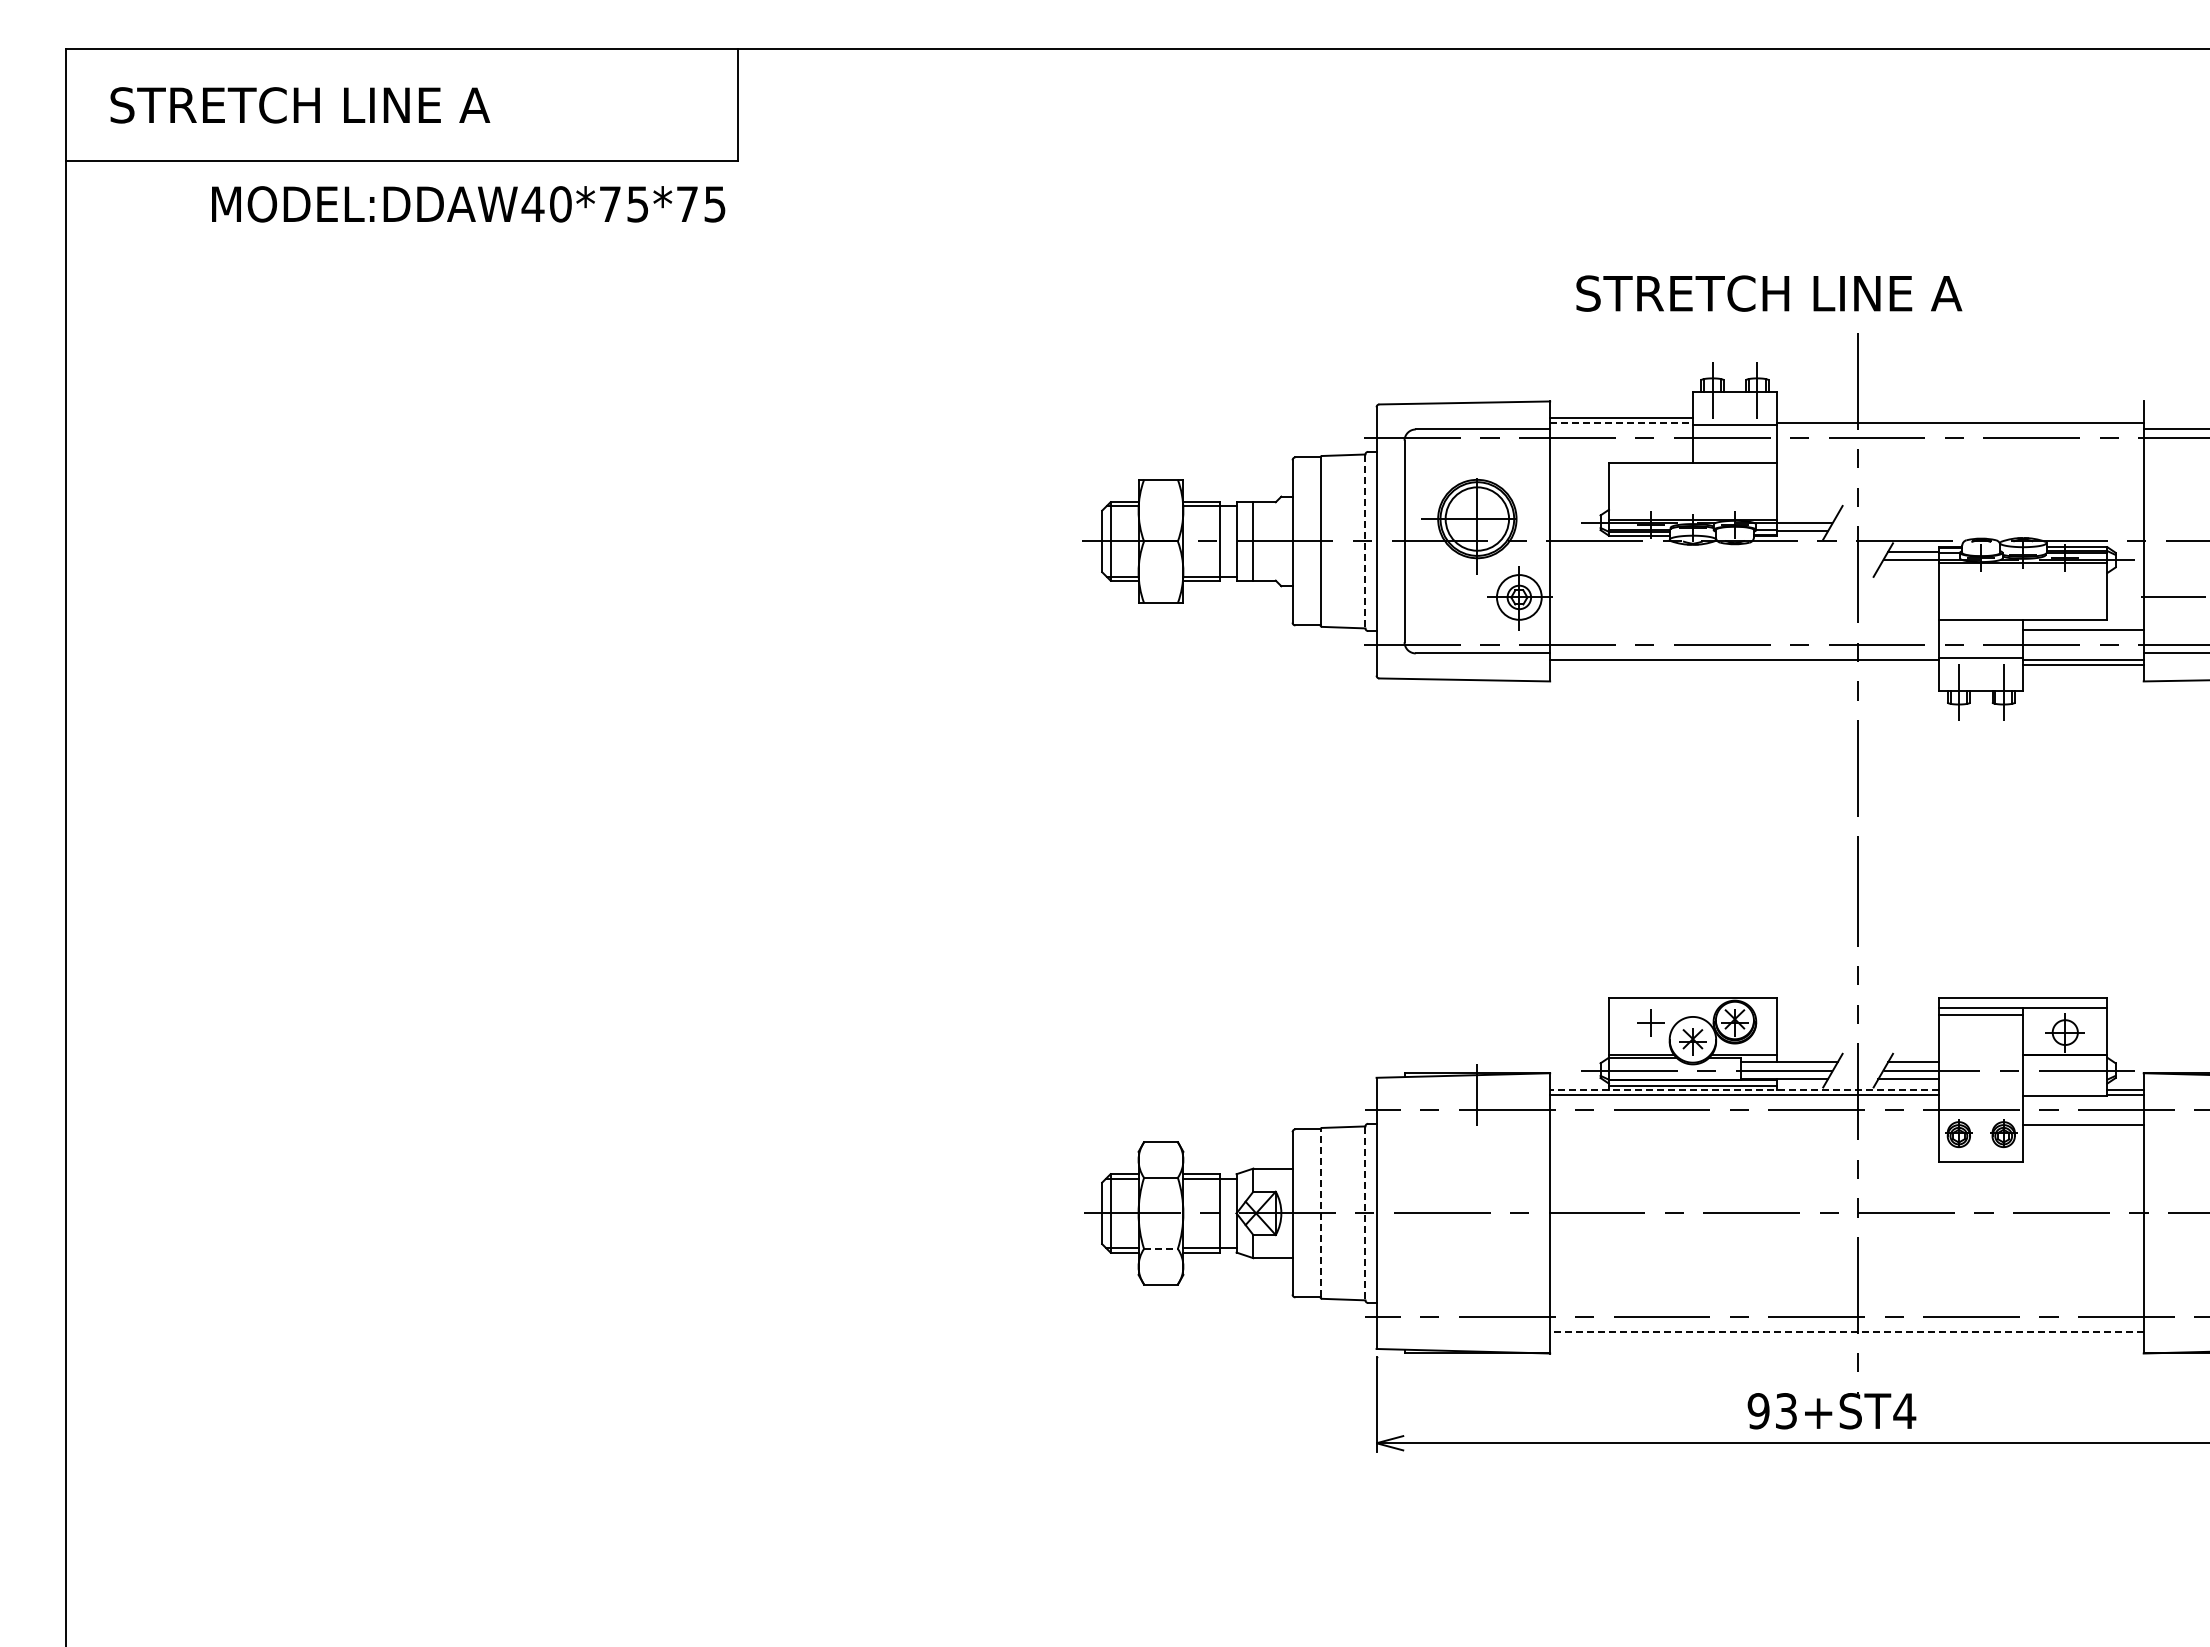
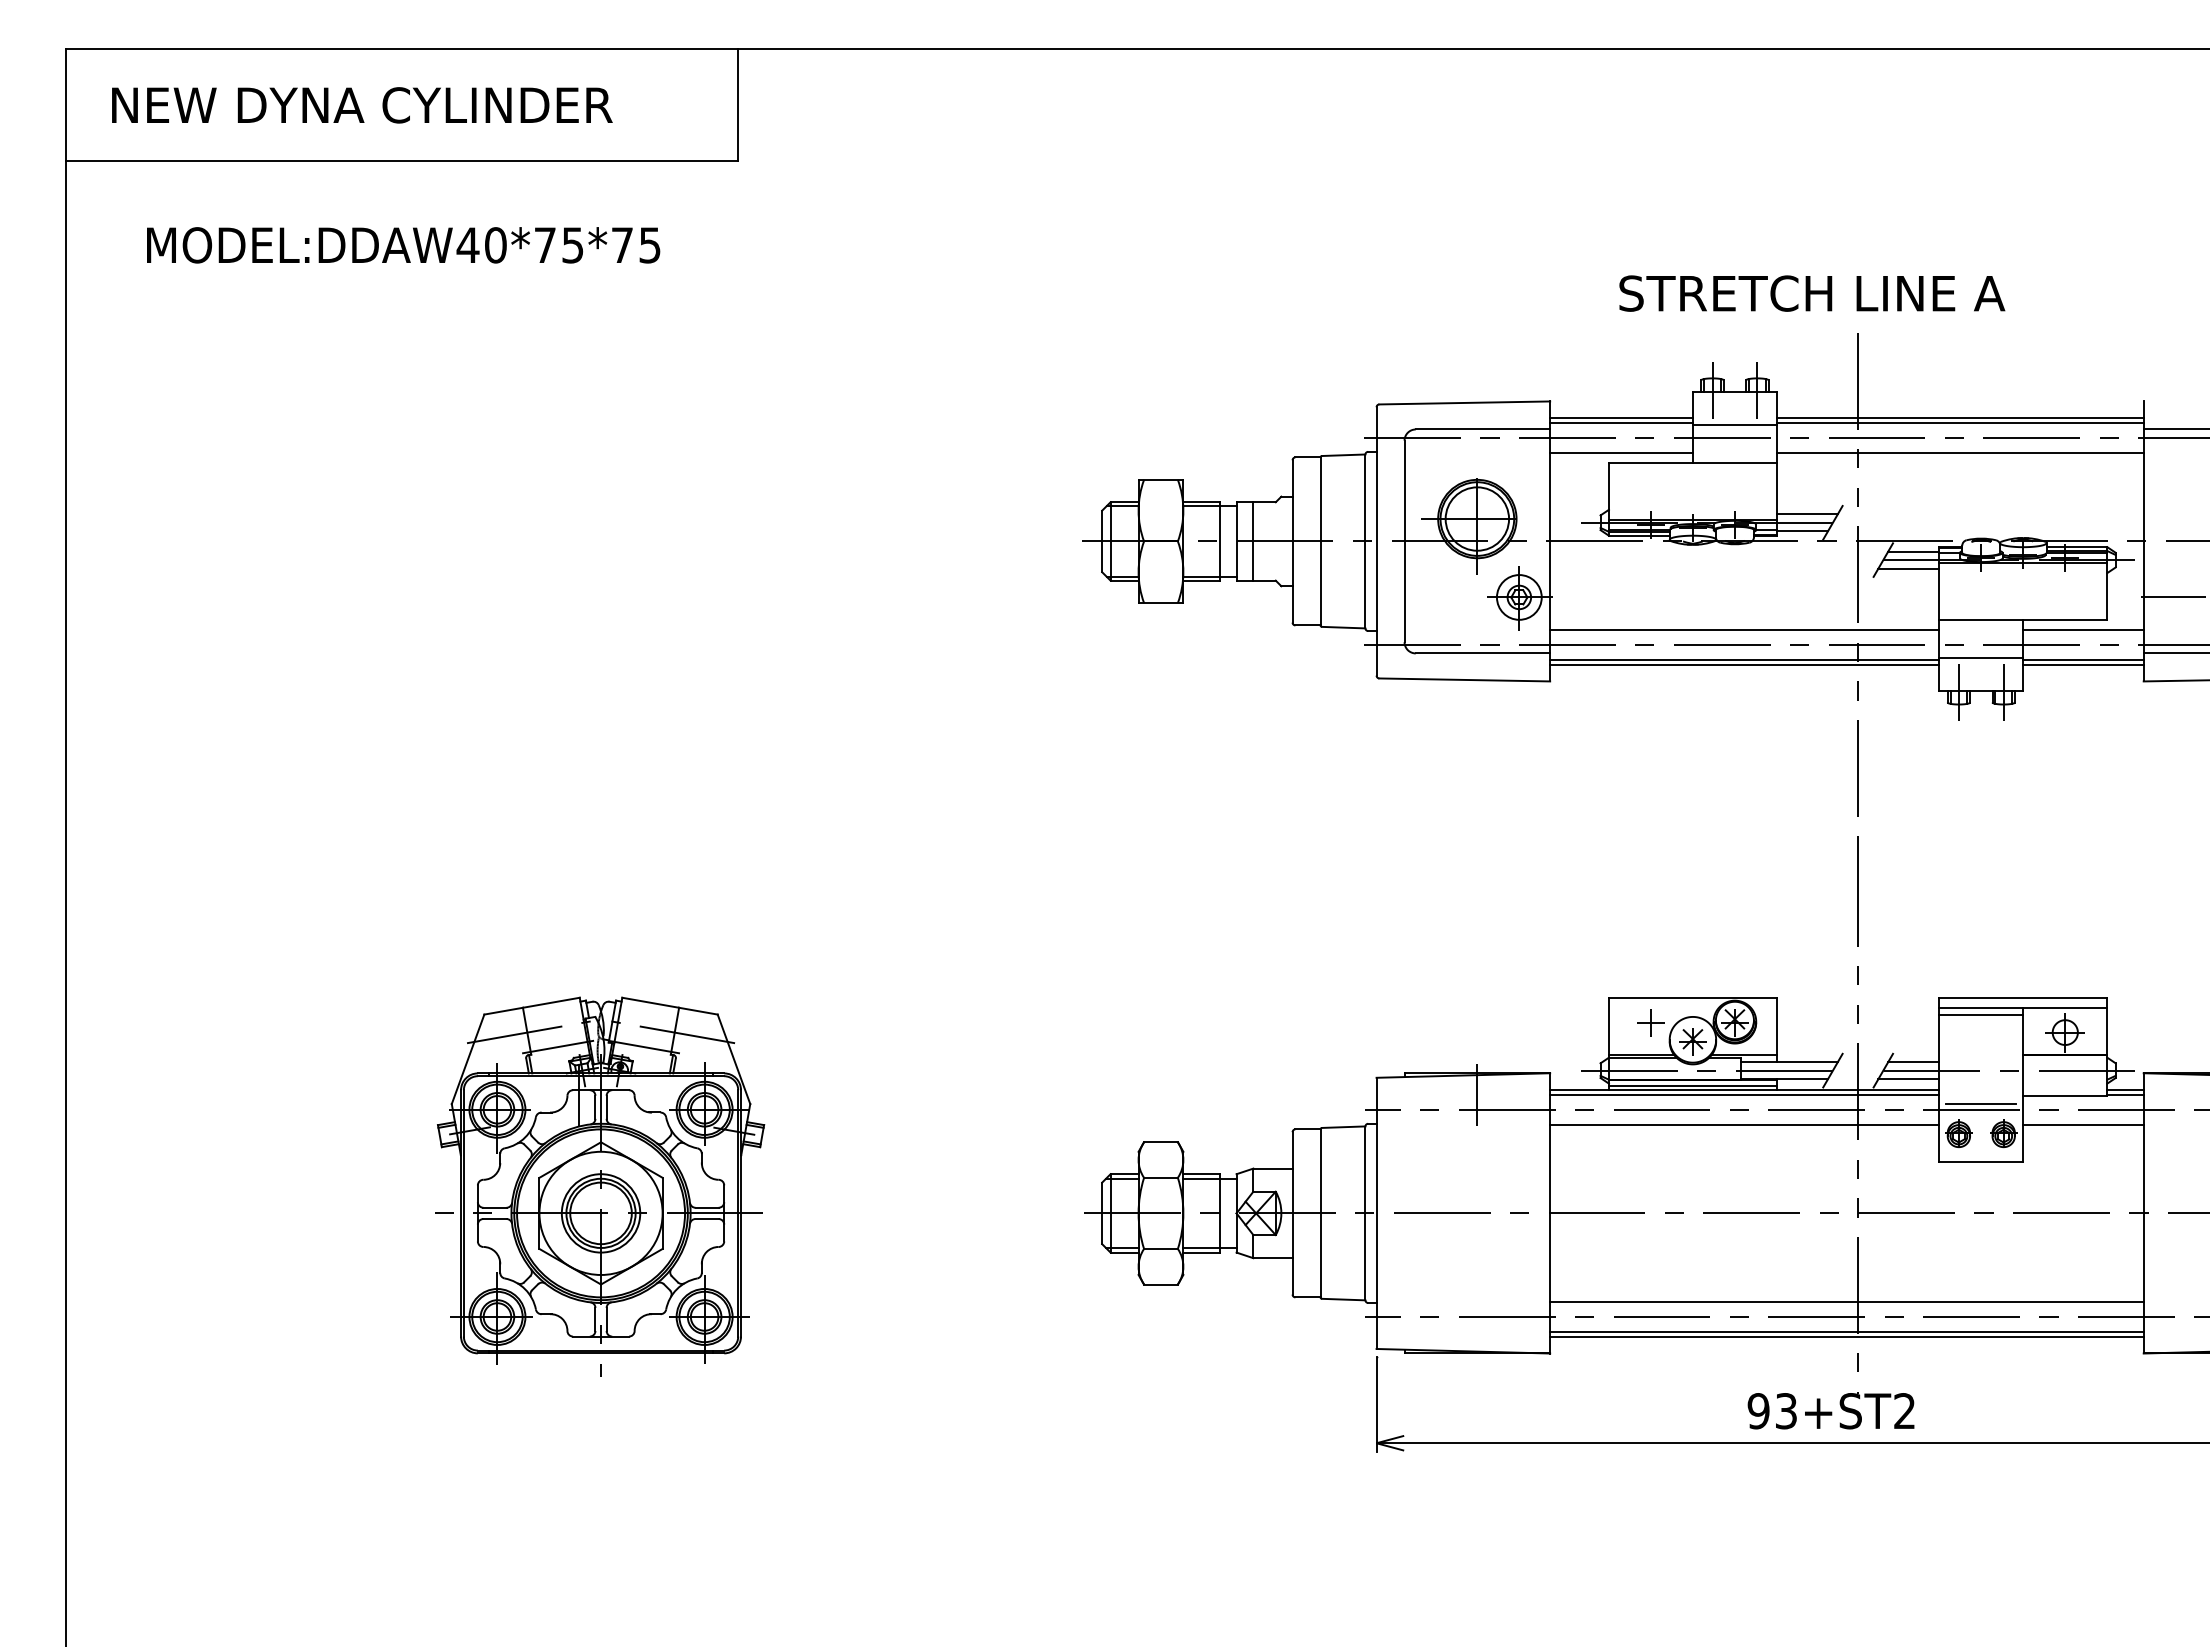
text at (361, 105): STRETCH LINE A -> NEW DYNA CYLINDER
text at (468, 204) position: (468, 204) -> (403, 245)
text at (1769, 293) position: (1769, 293) -> (1812, 293)
line at (1959, 418): none -> present
line at (1622, 423): dashed -> solid
line at (1621, 452): none -> present
line at (1959, 452): none -> present
line at (1806, 514): none -> present
line at (1365, 541): dashed -> solid
line at (1908, 568): none -> present
line at (1744, 630): none -> present
line at (1744, 664): none -> present
line at (1744, 1090): dashed -> solid
line at (1980, 1104): none -> present
line at (1744, 1124): none -> present
part at (600, 1186): none -> present
line at (1320, 1212): dashed -> solid
line at (1365, 1213): dashed -> solid
line at (1160, 1248): dashed -> solid
line at (1846, 1302): none -> present
line at (1846, 1331): dashed -> solid
line at (1846, 1336): none -> present
text at (1904, 1410): 93+ST4 -> 93+ST2
